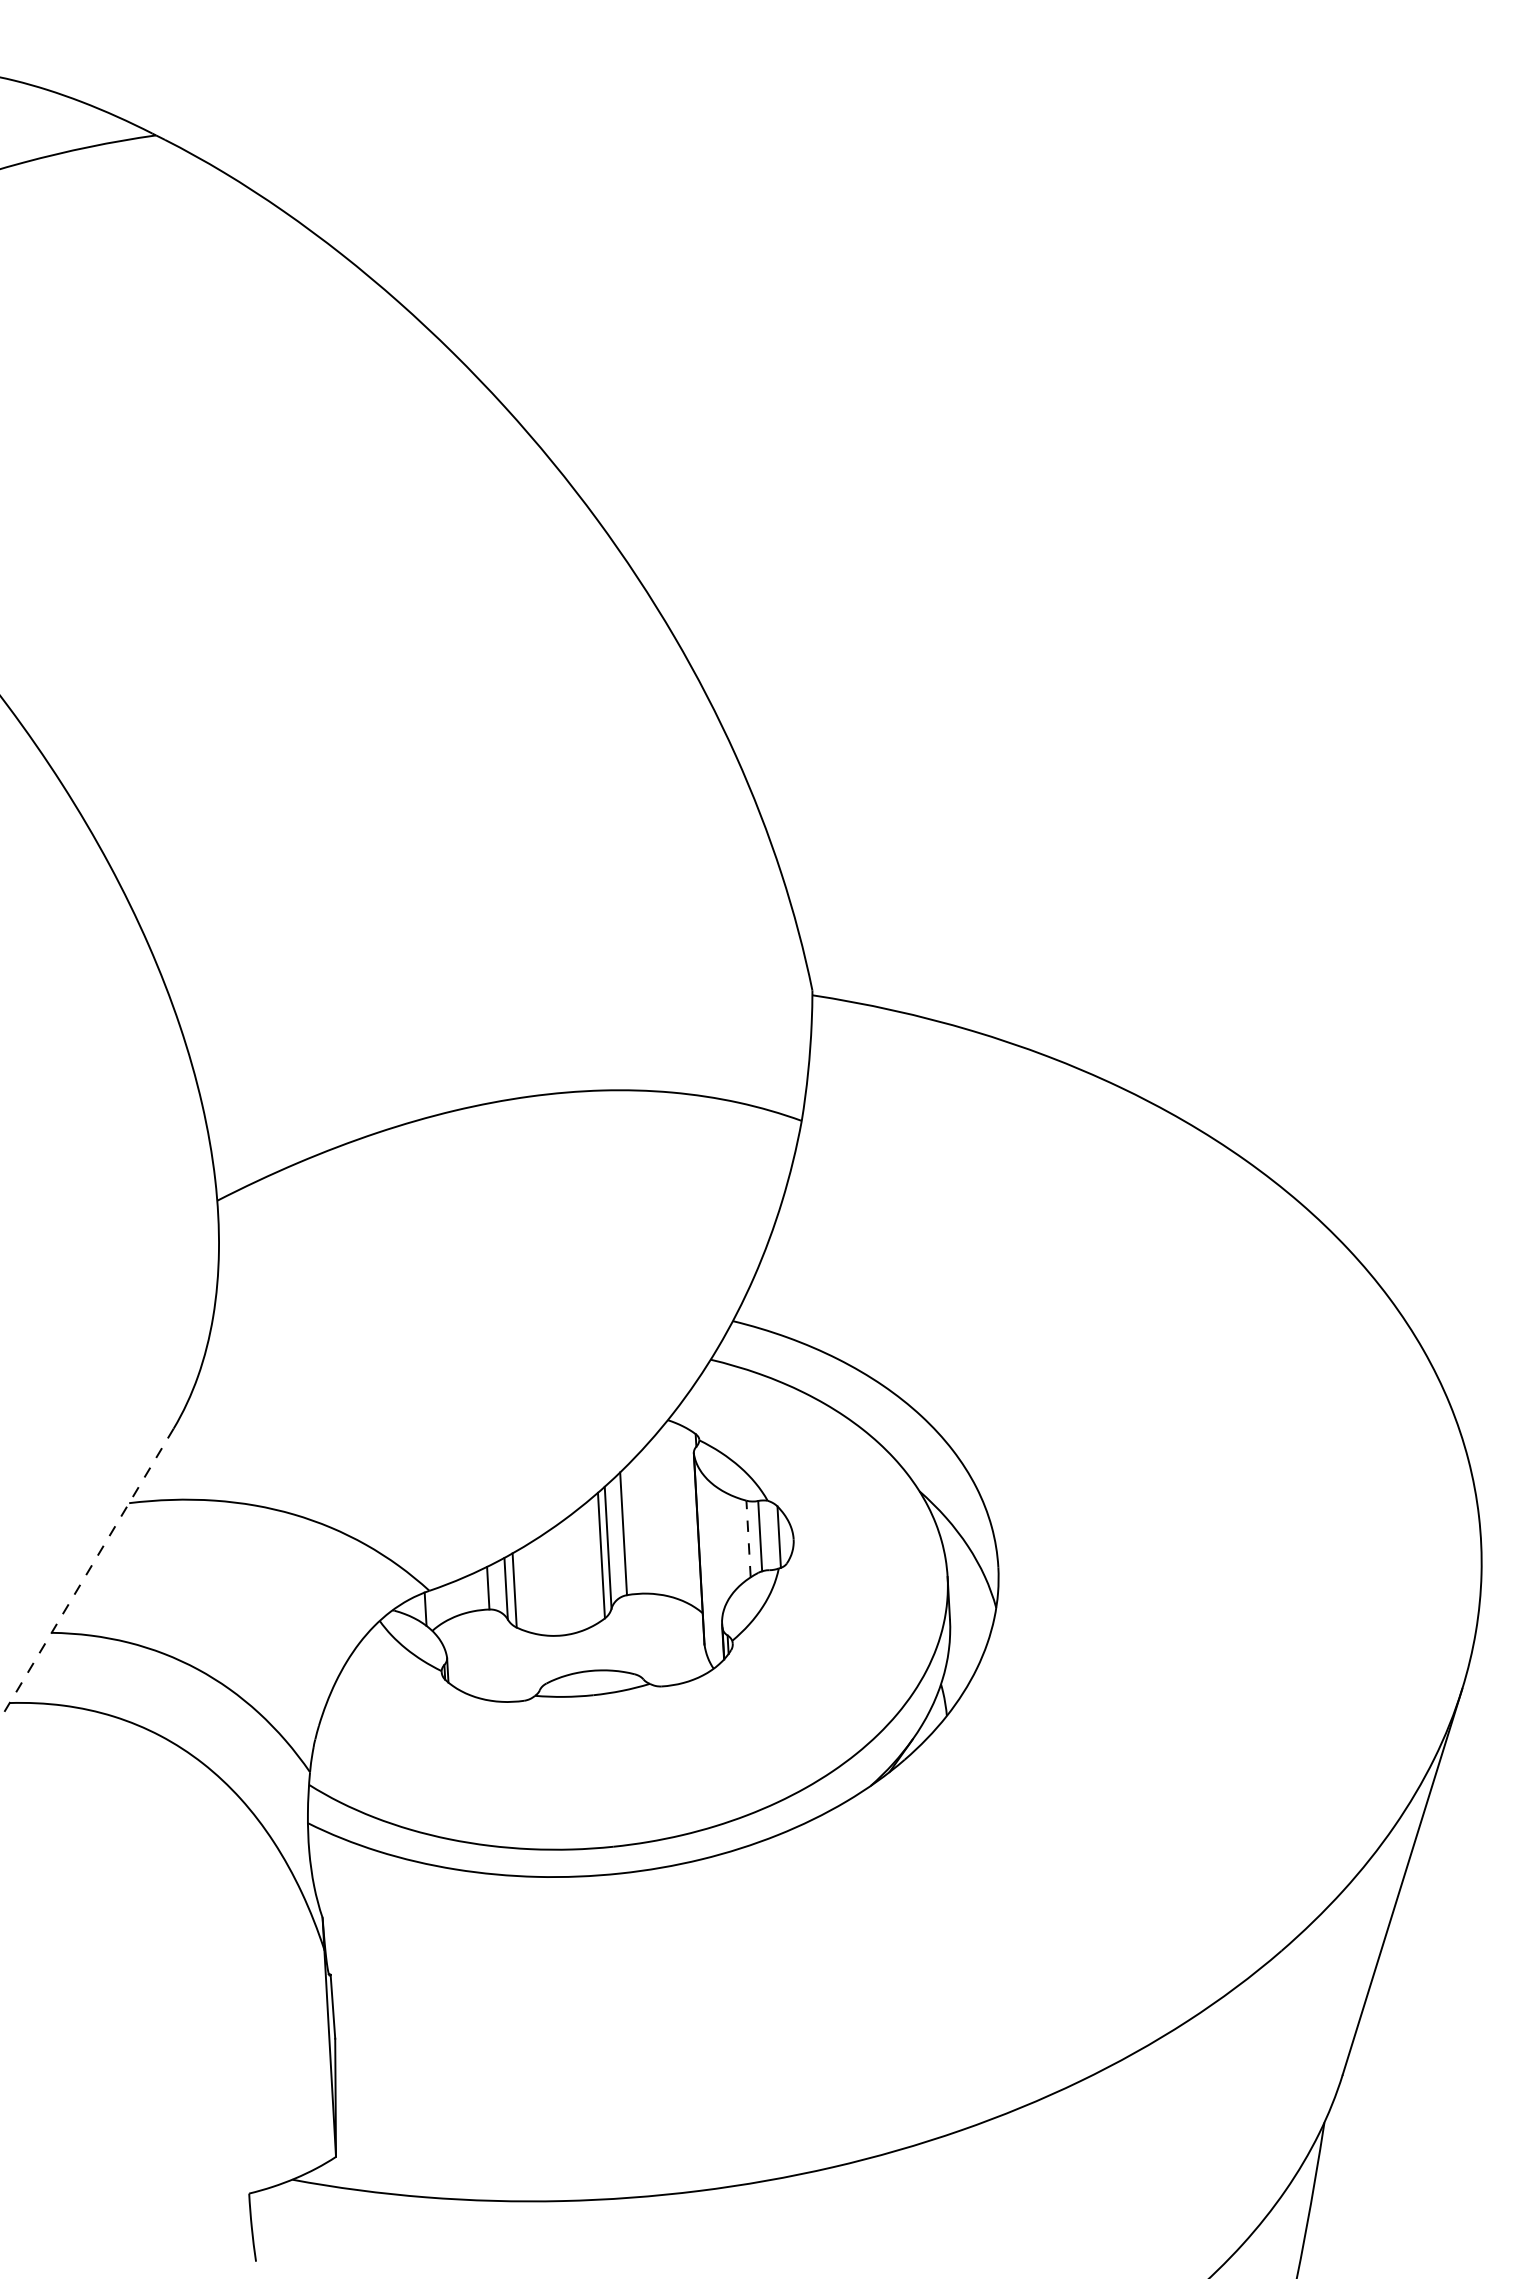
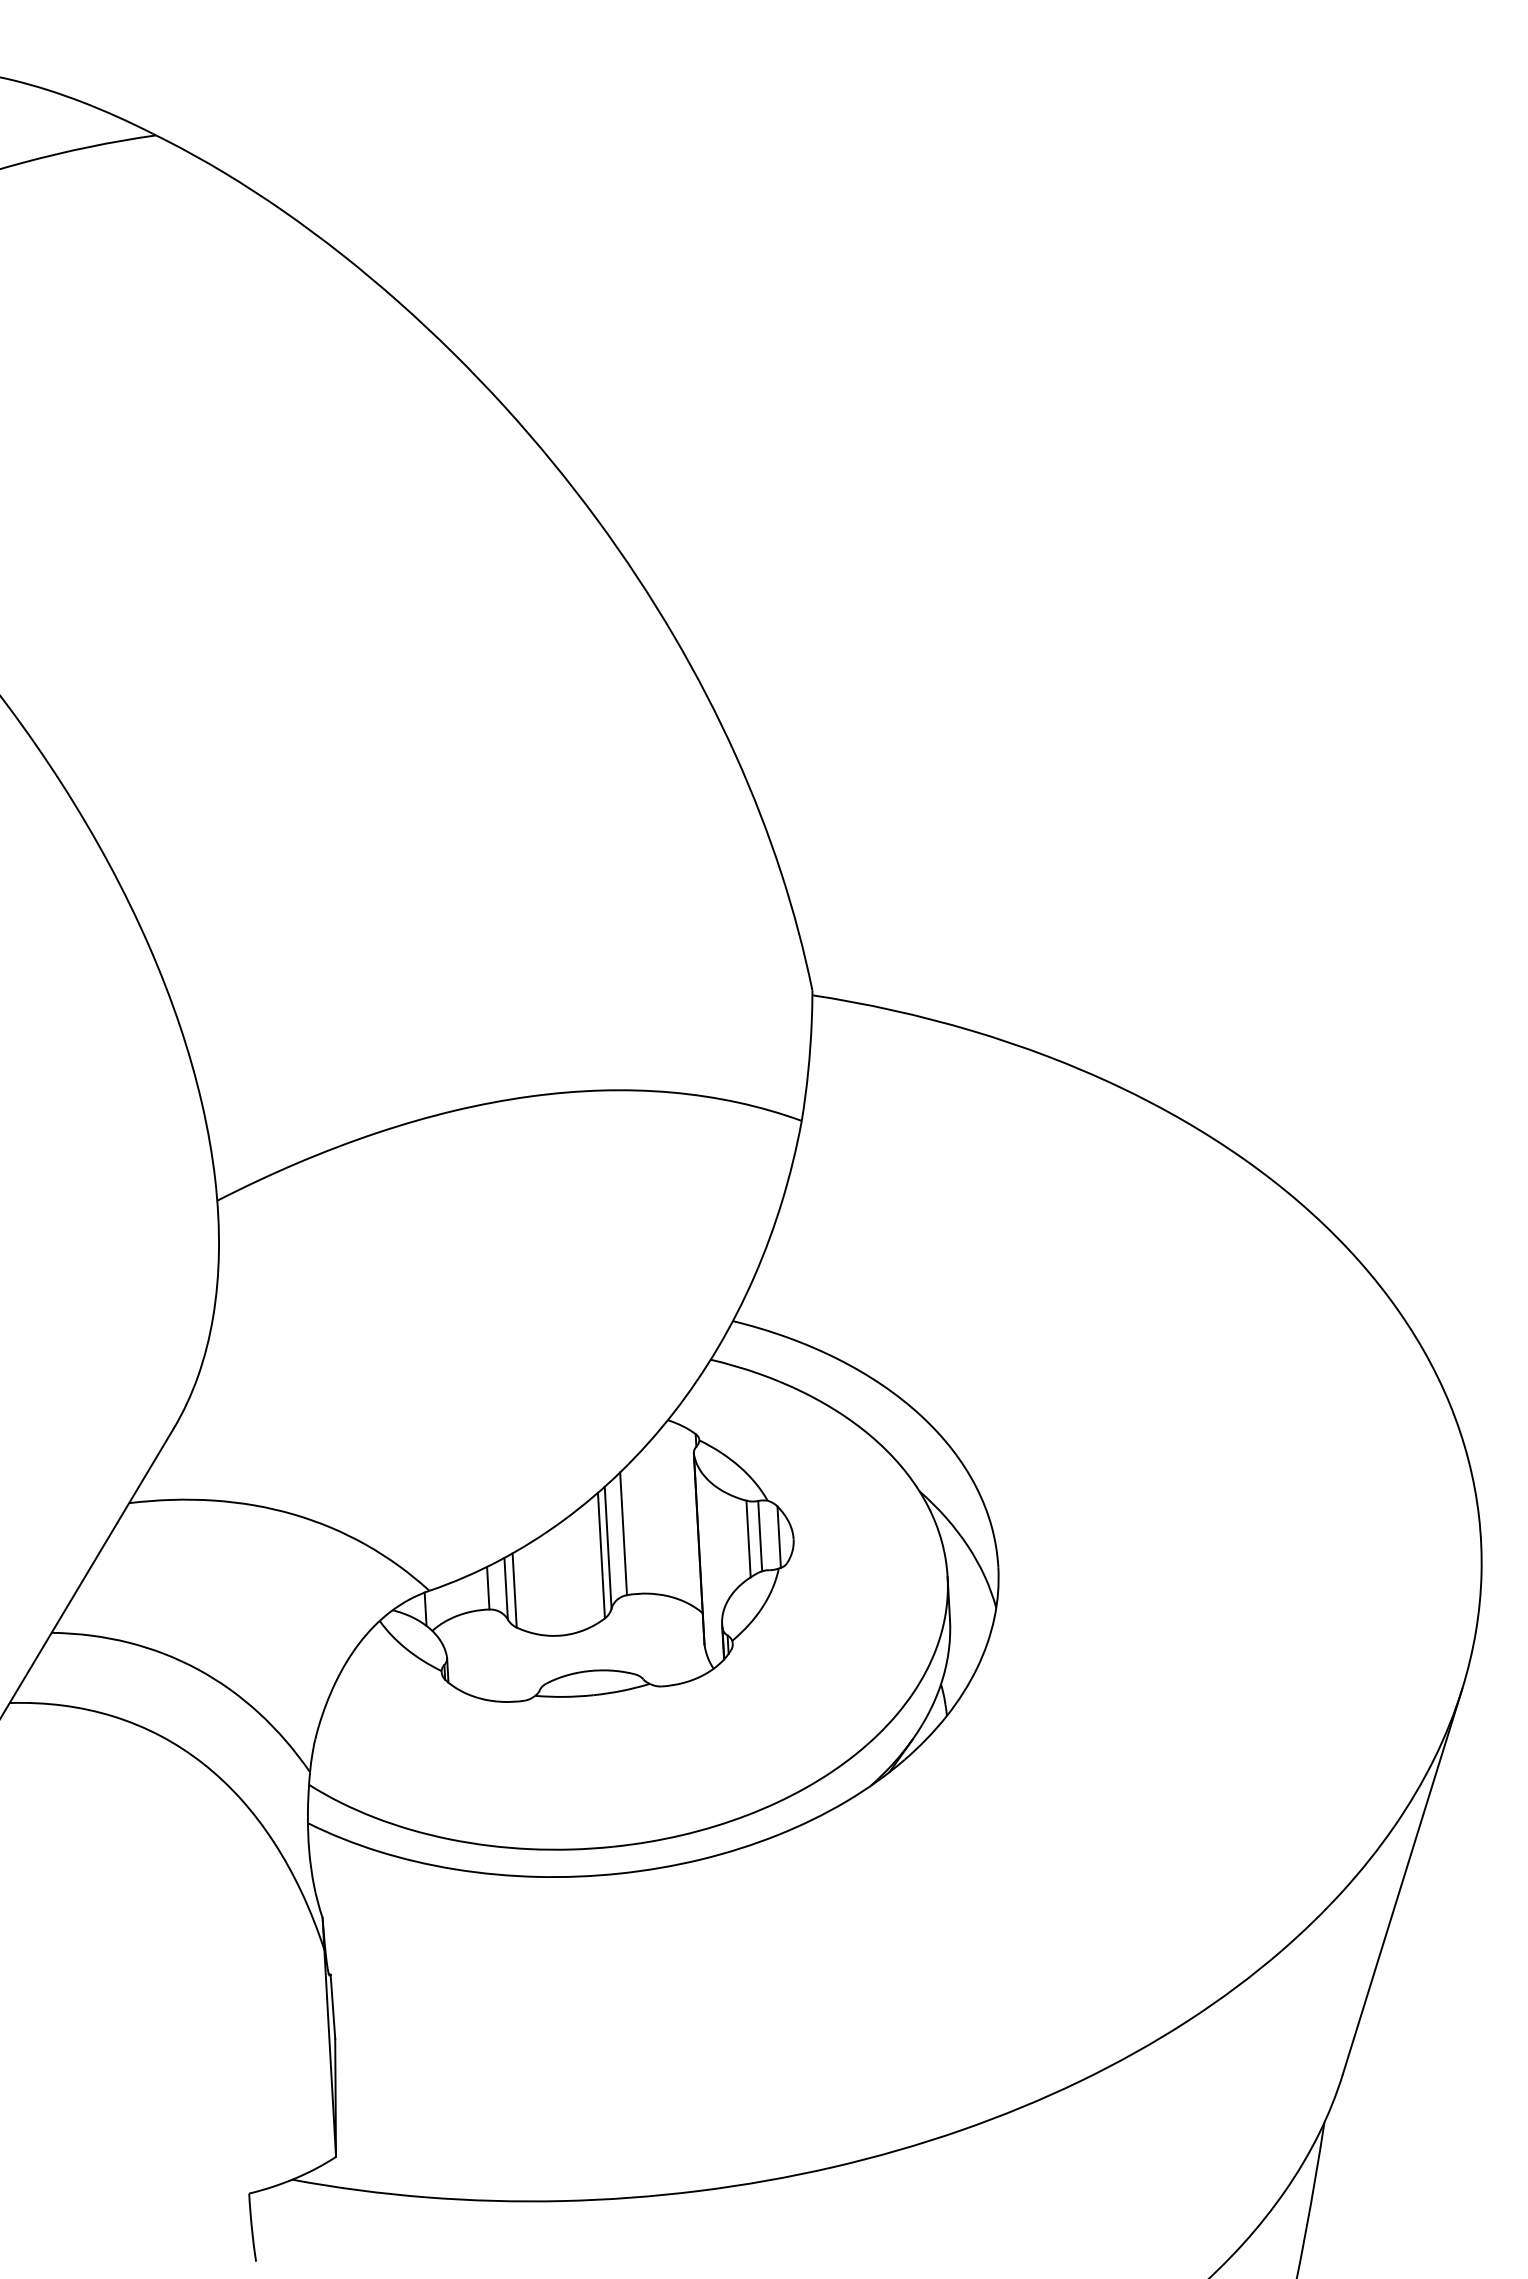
line at (748, 1538): dashed -> solid
line at (86, 1574): dashed -> solid
